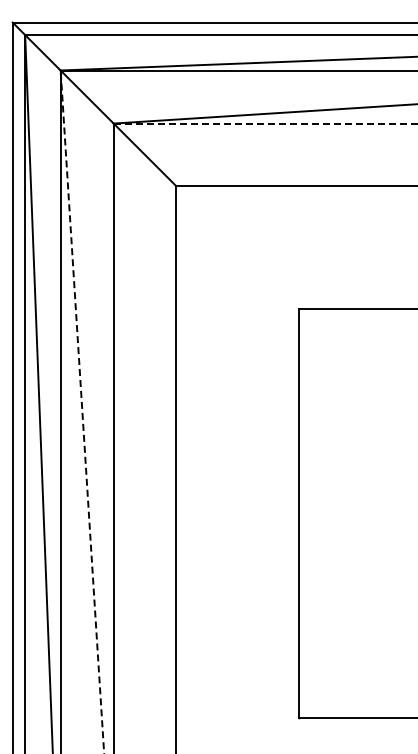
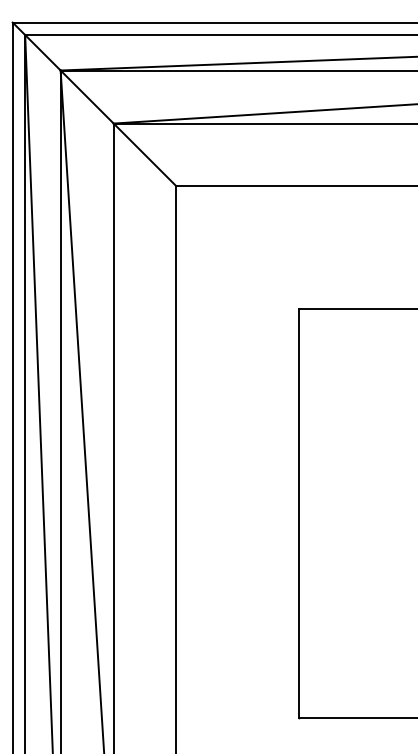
line at (265, 123): dashed -> solid
line at (82, 411): dashed -> solid
